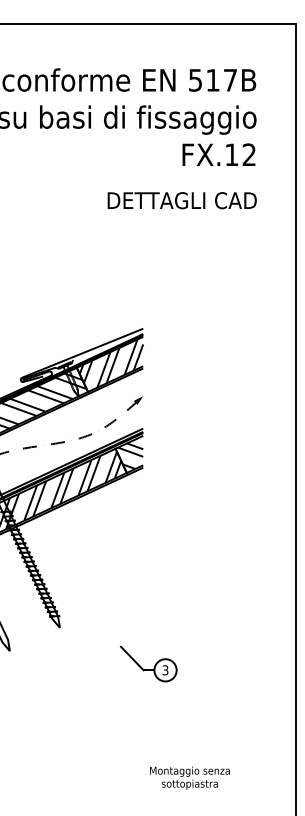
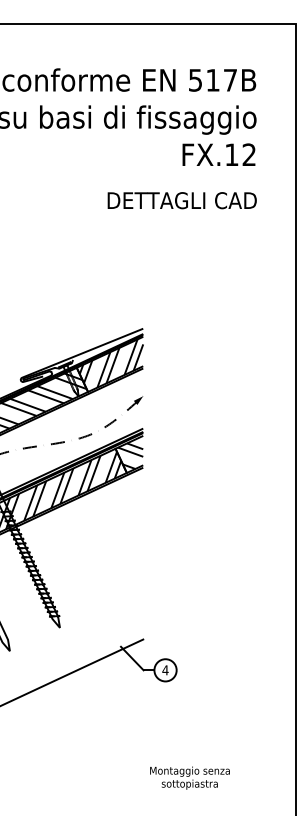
text at (165, 670): 3 -> 4
line at (72, 672): none -> present
